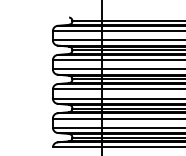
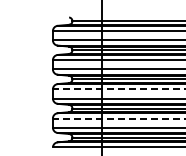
line at (118, 89): solid -> dashed
line at (118, 118): solid -> dashed
